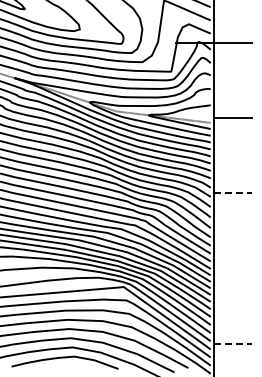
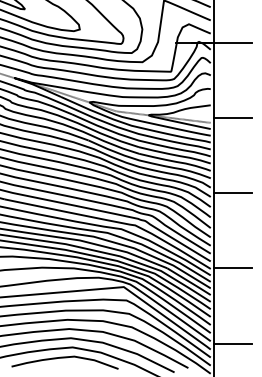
line at (233, 193): dashed -> solid
line at (233, 268): none -> present
line at (233, 343): dashed -> solid
